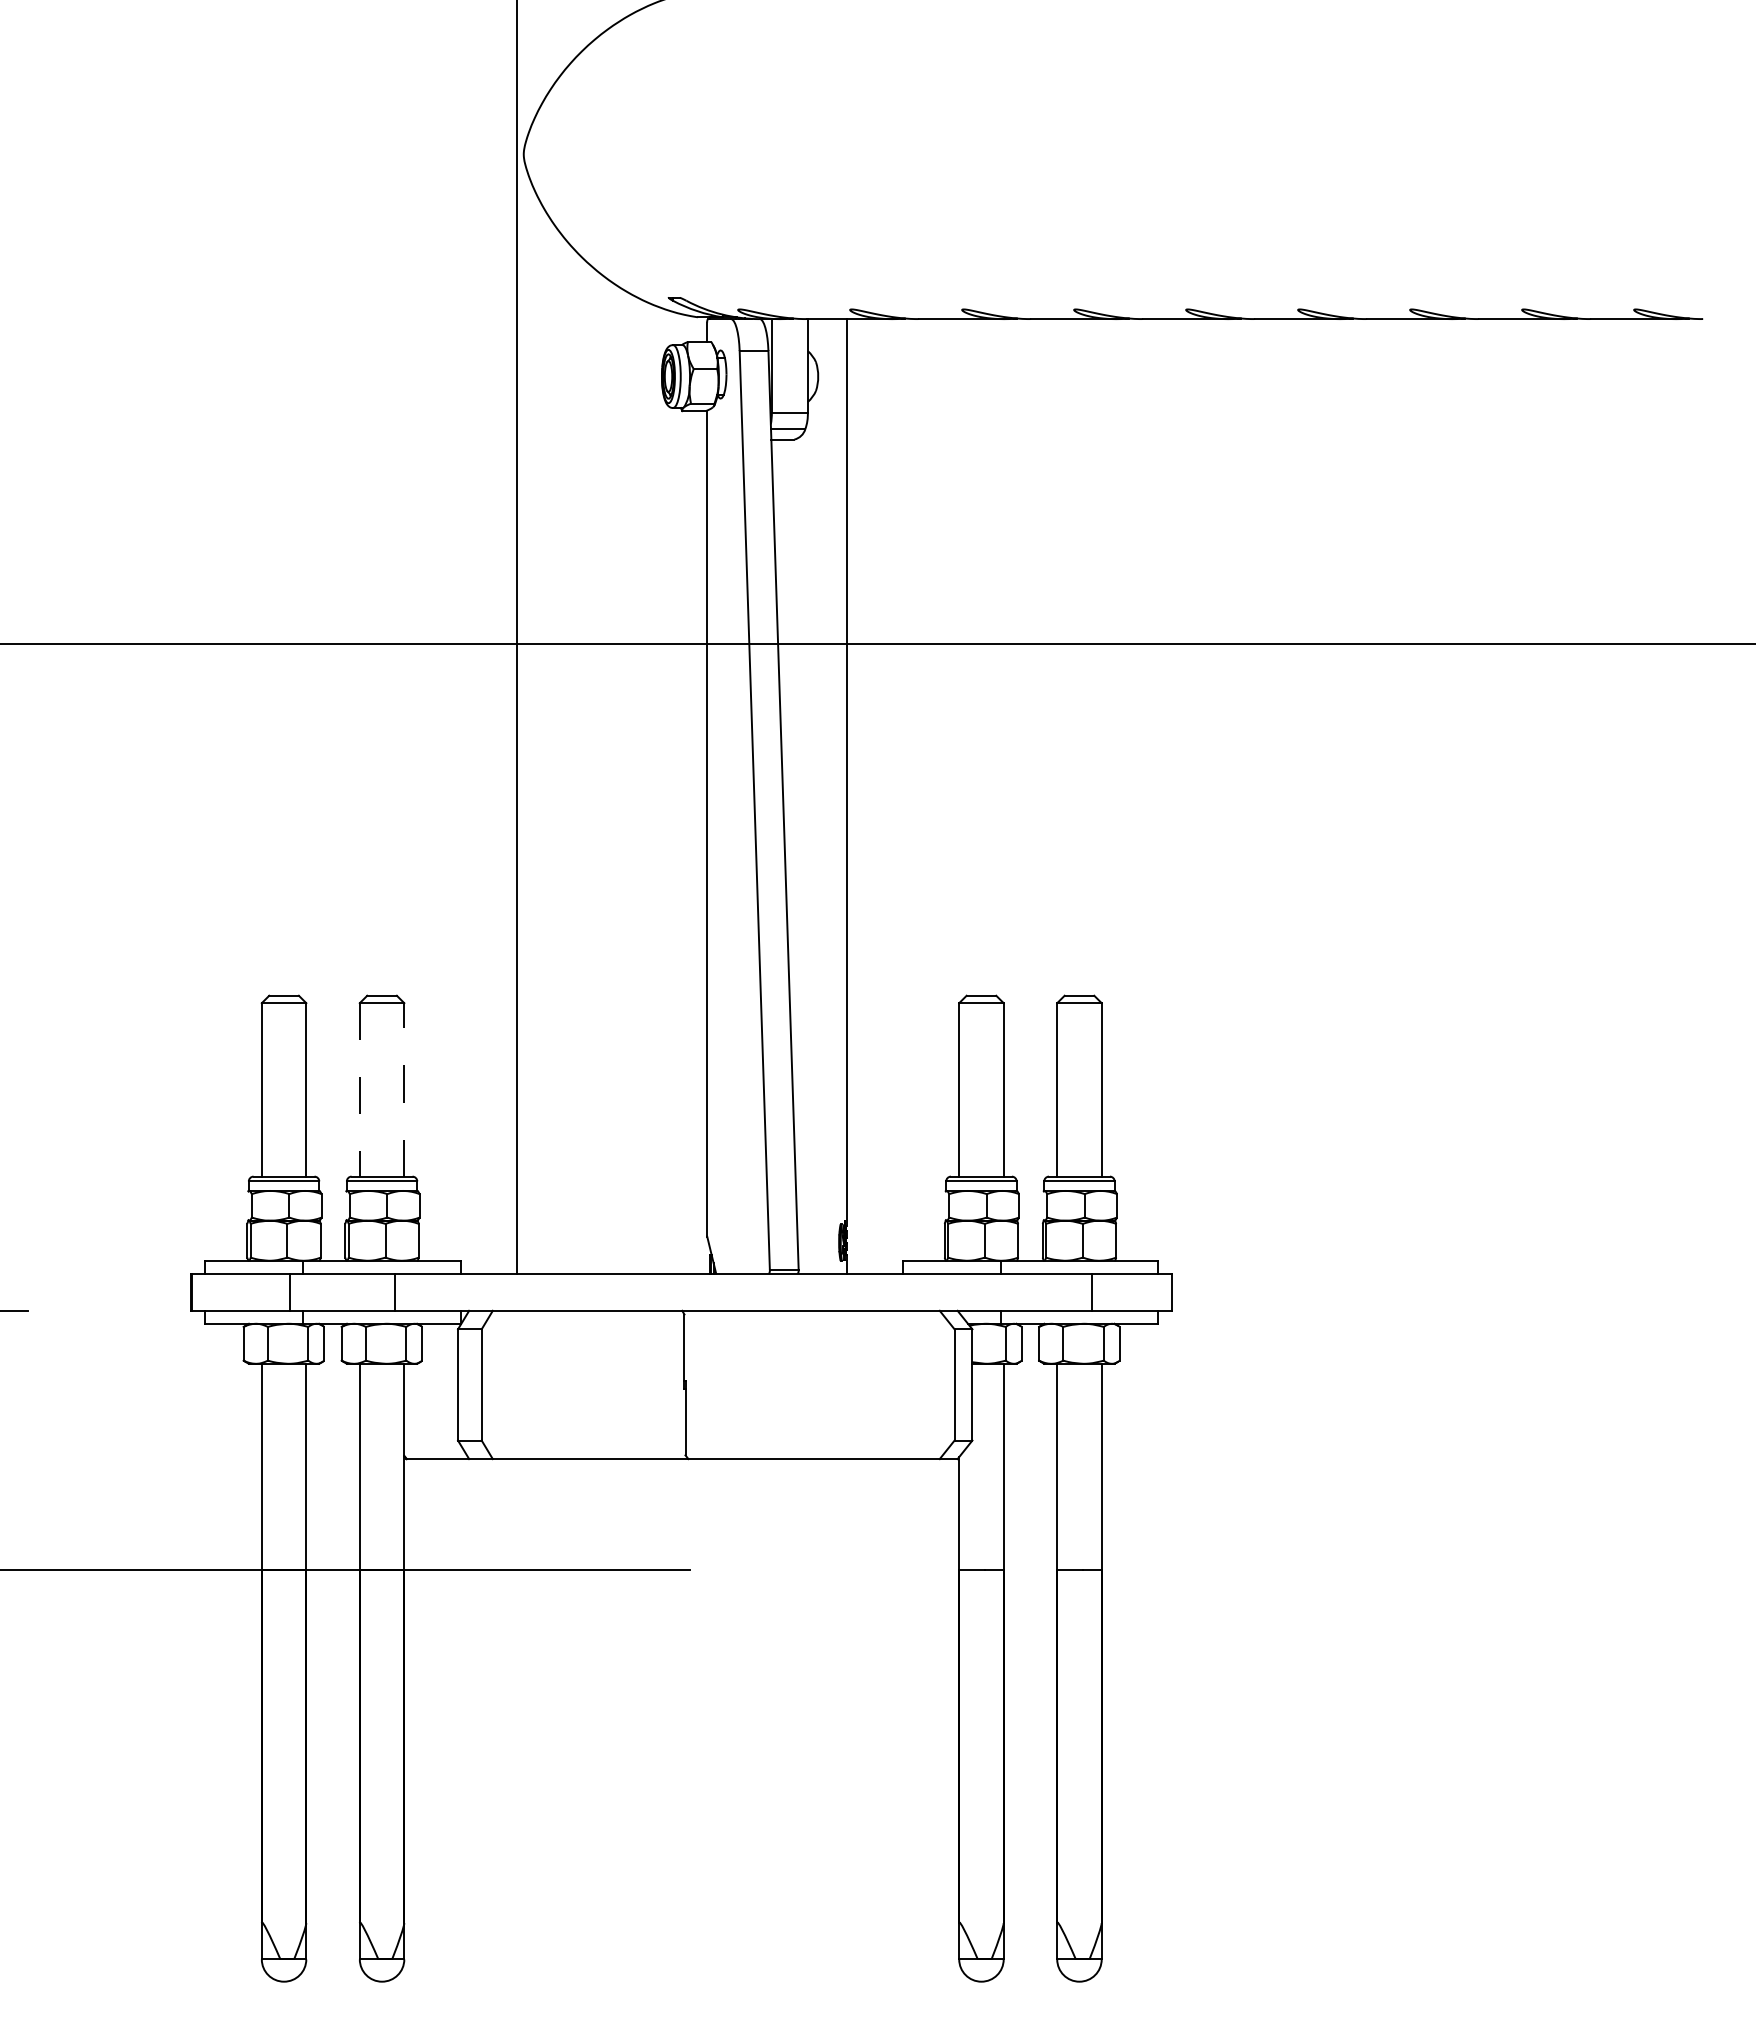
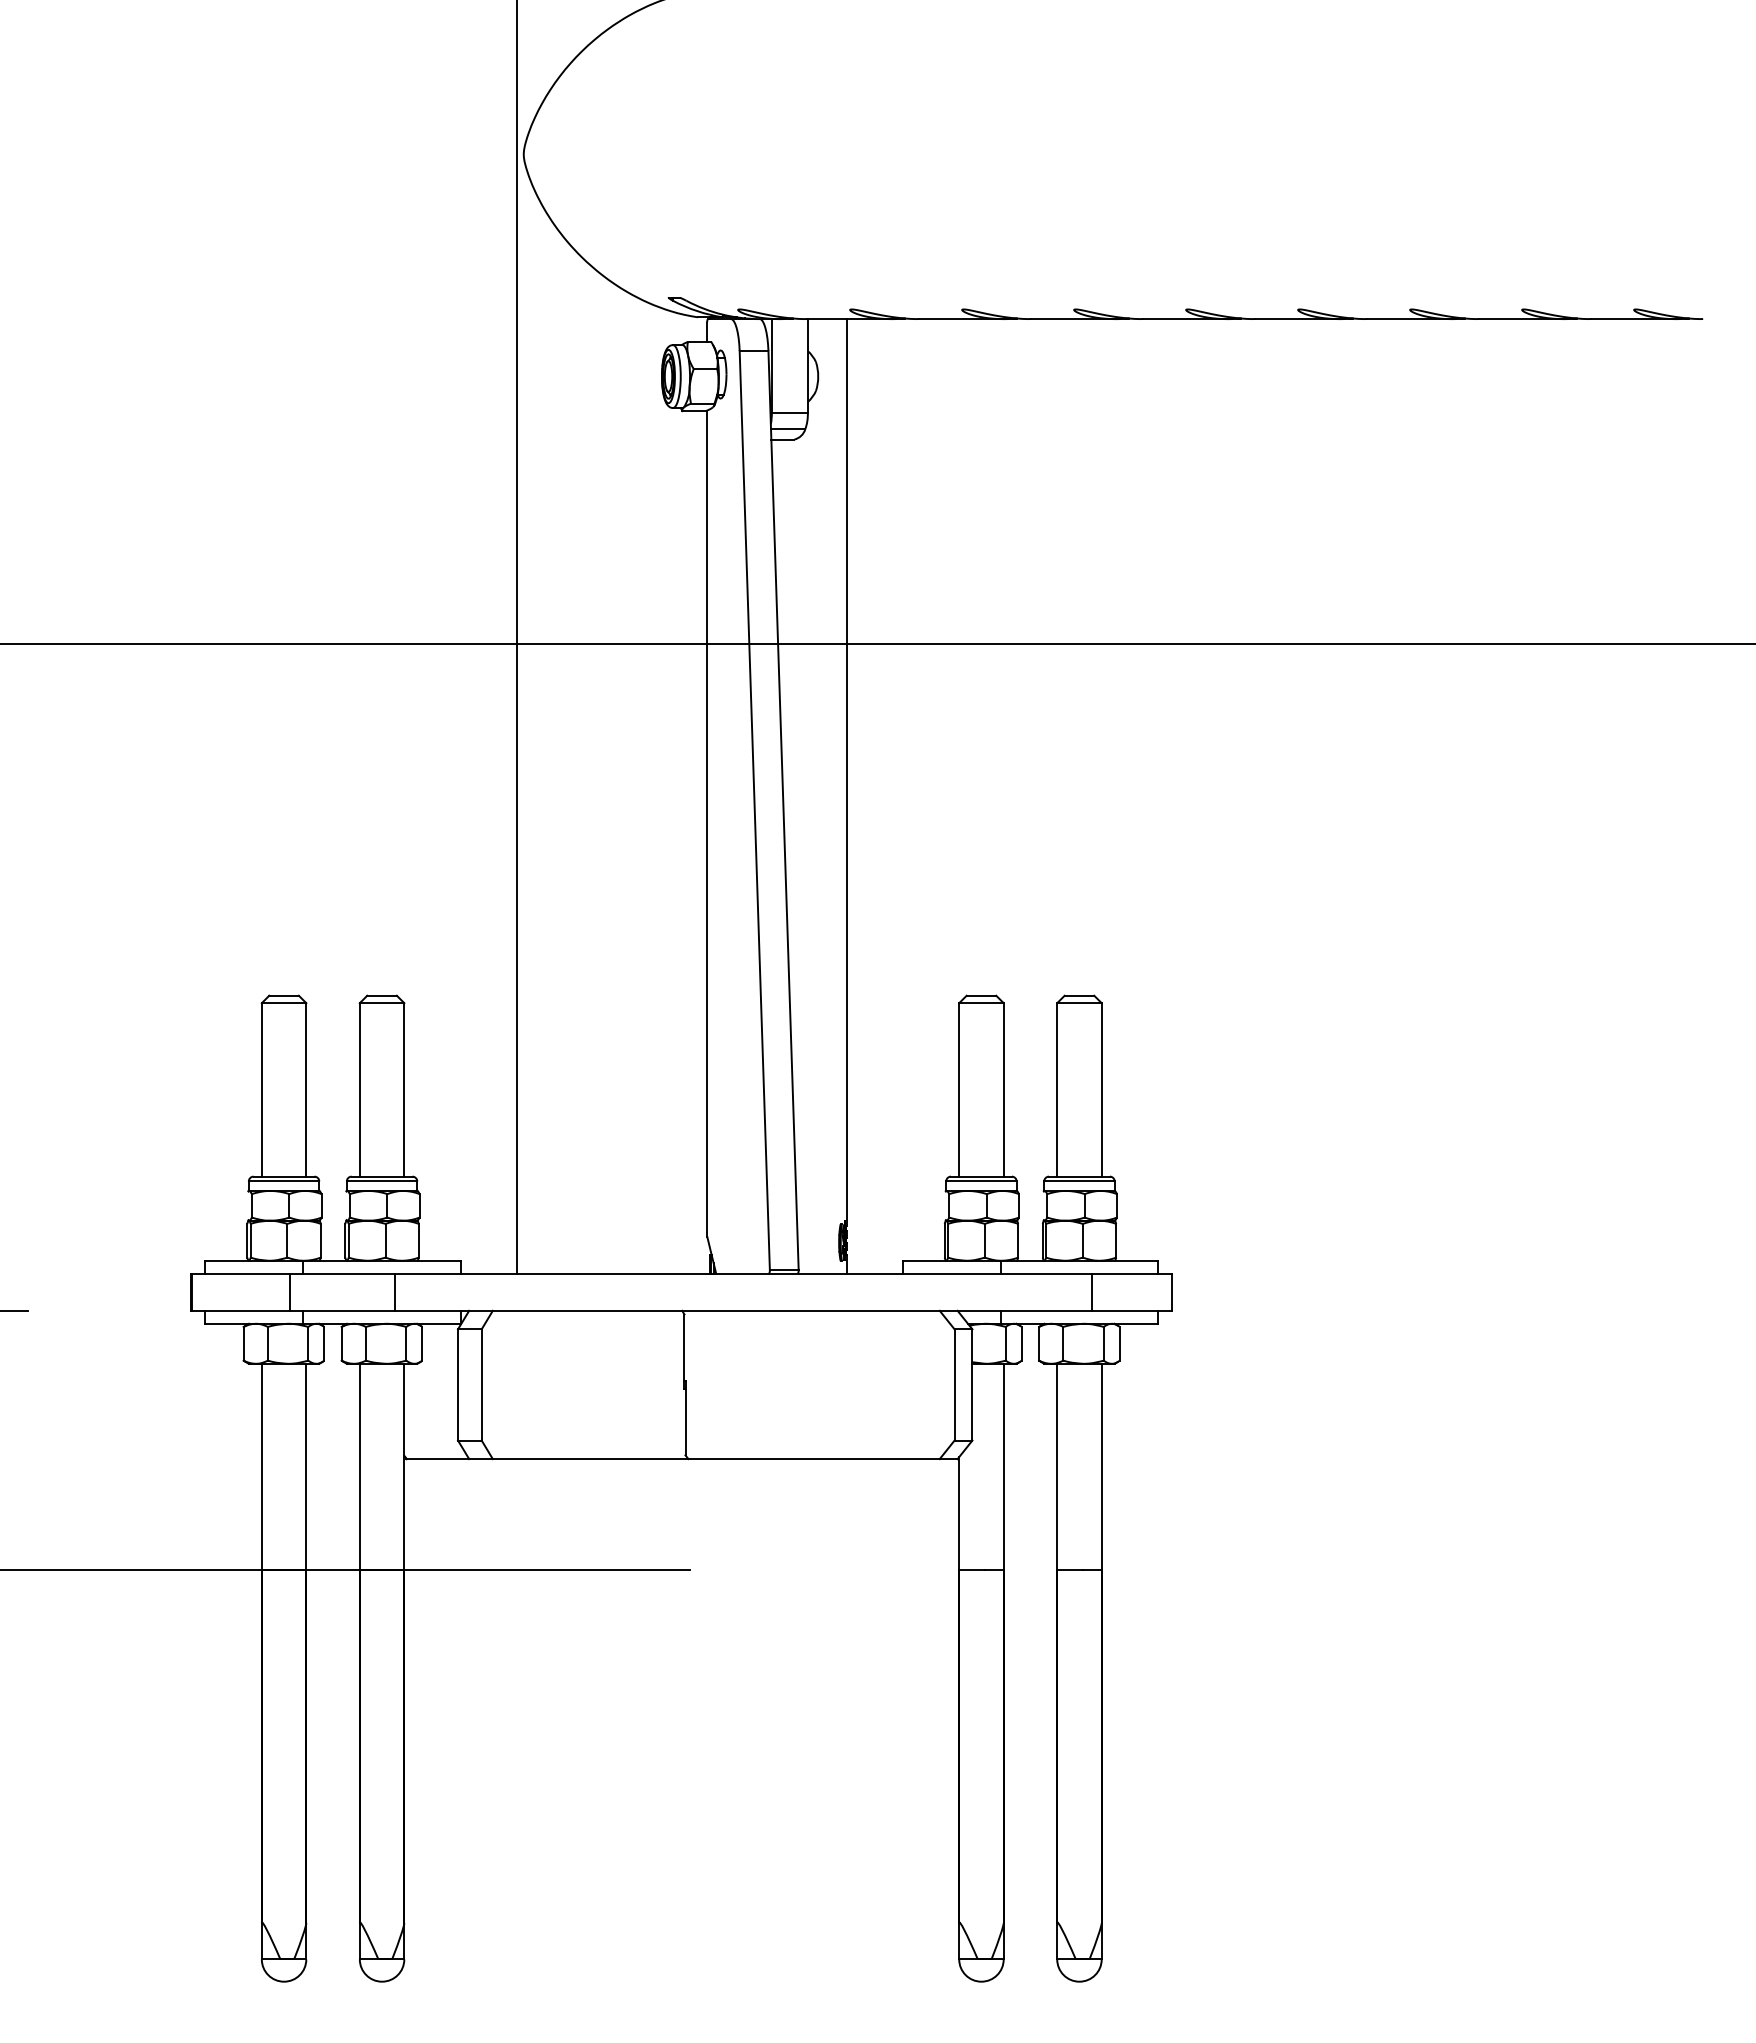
line at (359, 1089): dashed -> solid
line at (404, 1089): dashed -> solid
